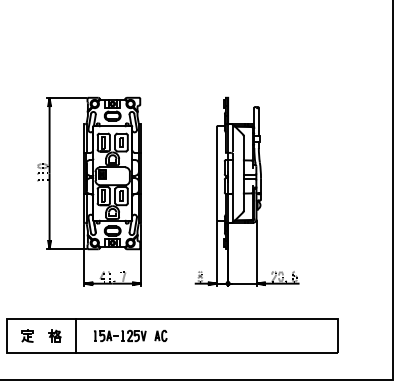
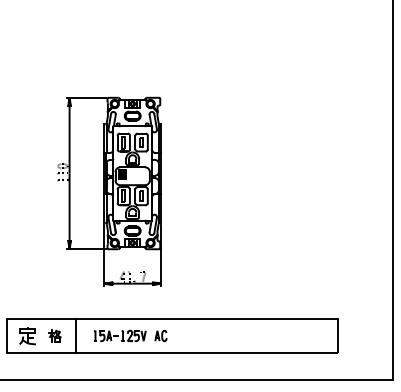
part at (89, 191) position: (89, 191) -> (109, 191)
part at (246, 191): present -> none
part at (27, 335) size: 13x14 px -> 17x19 px
